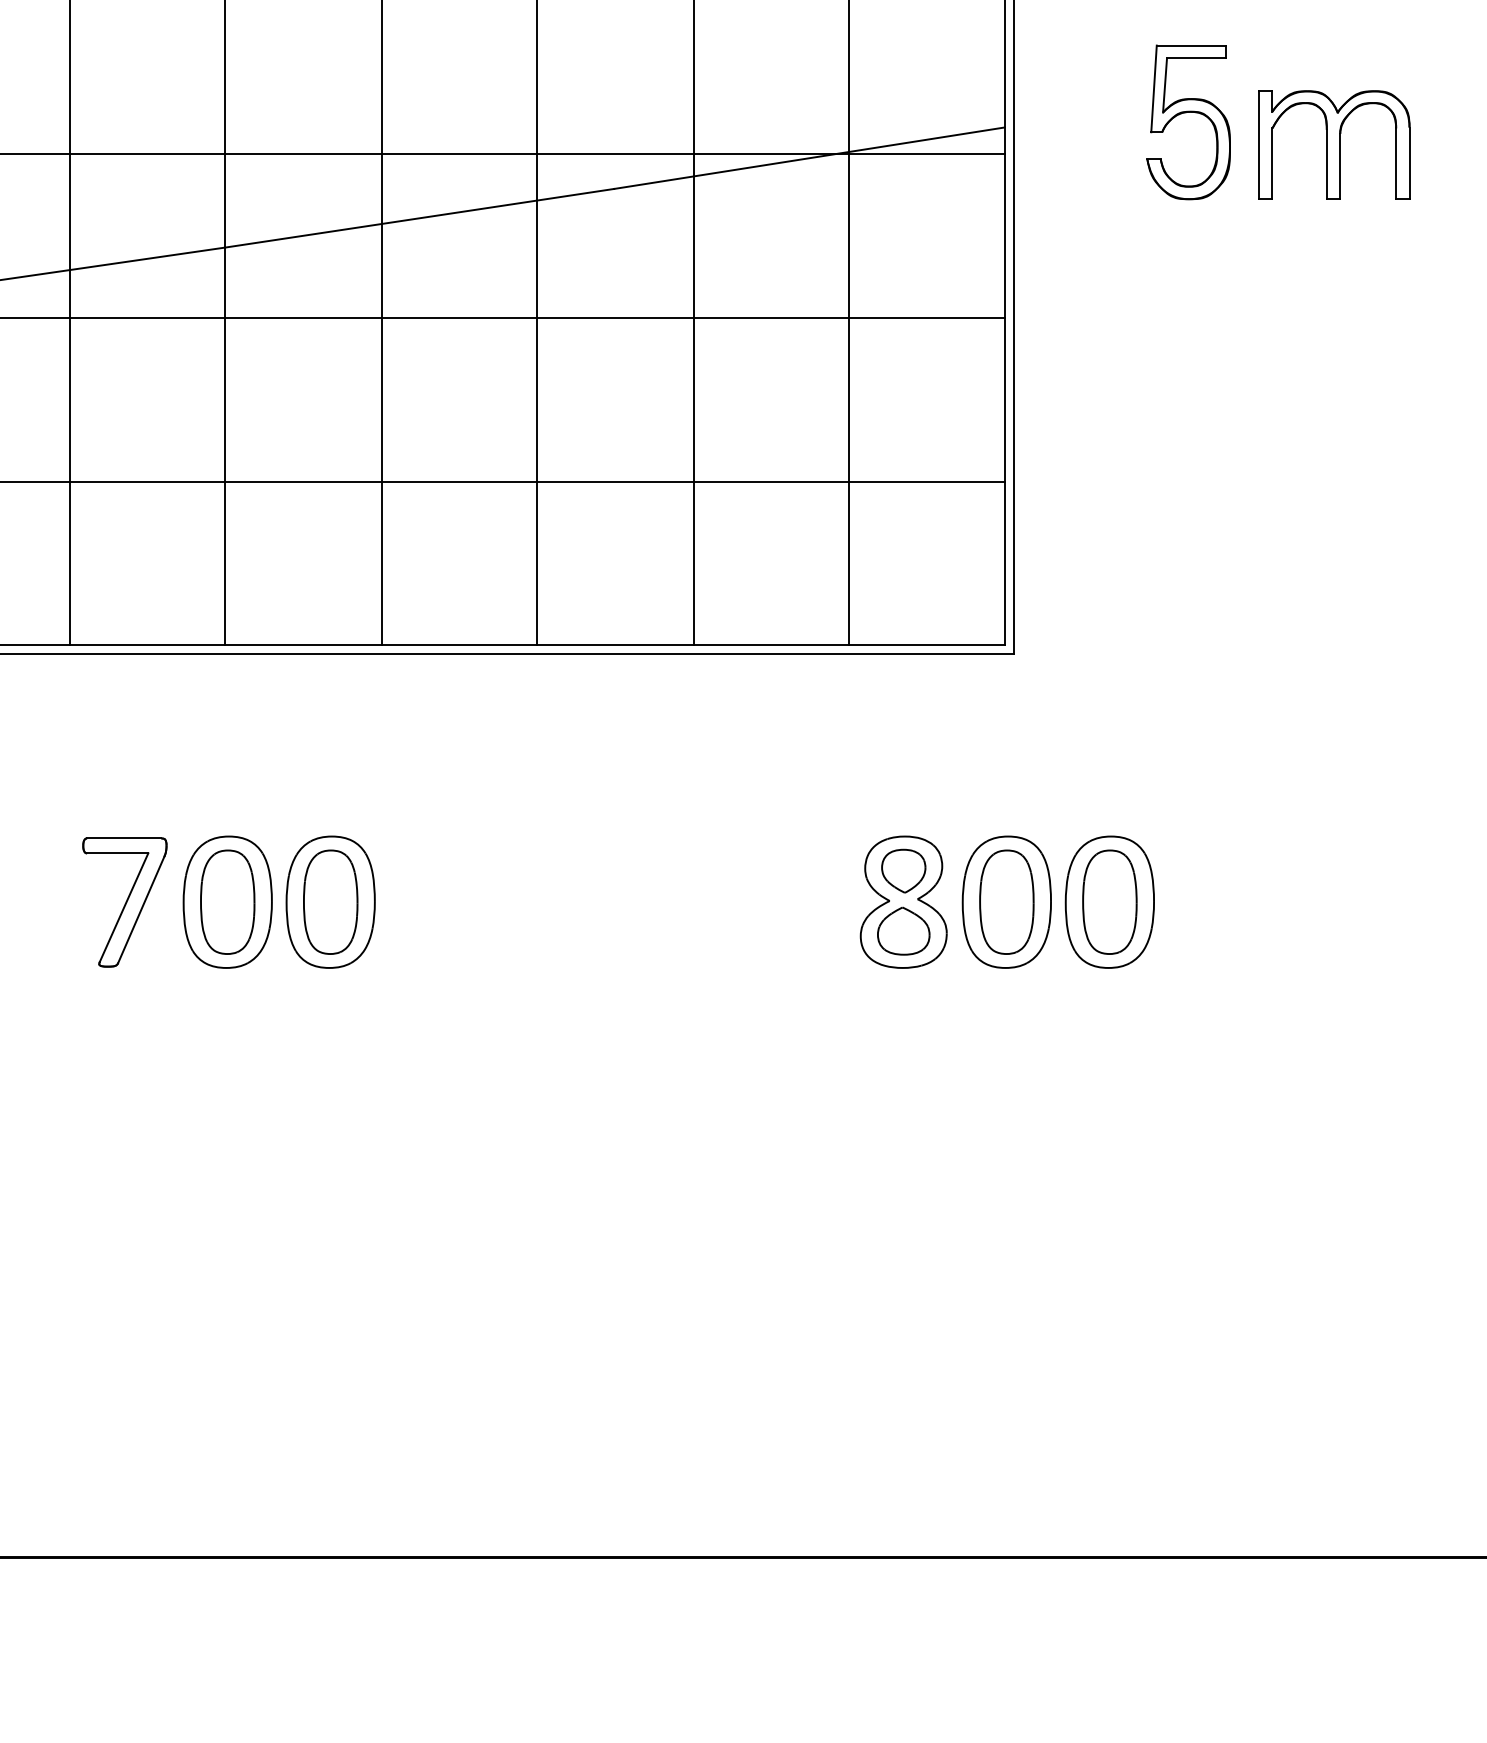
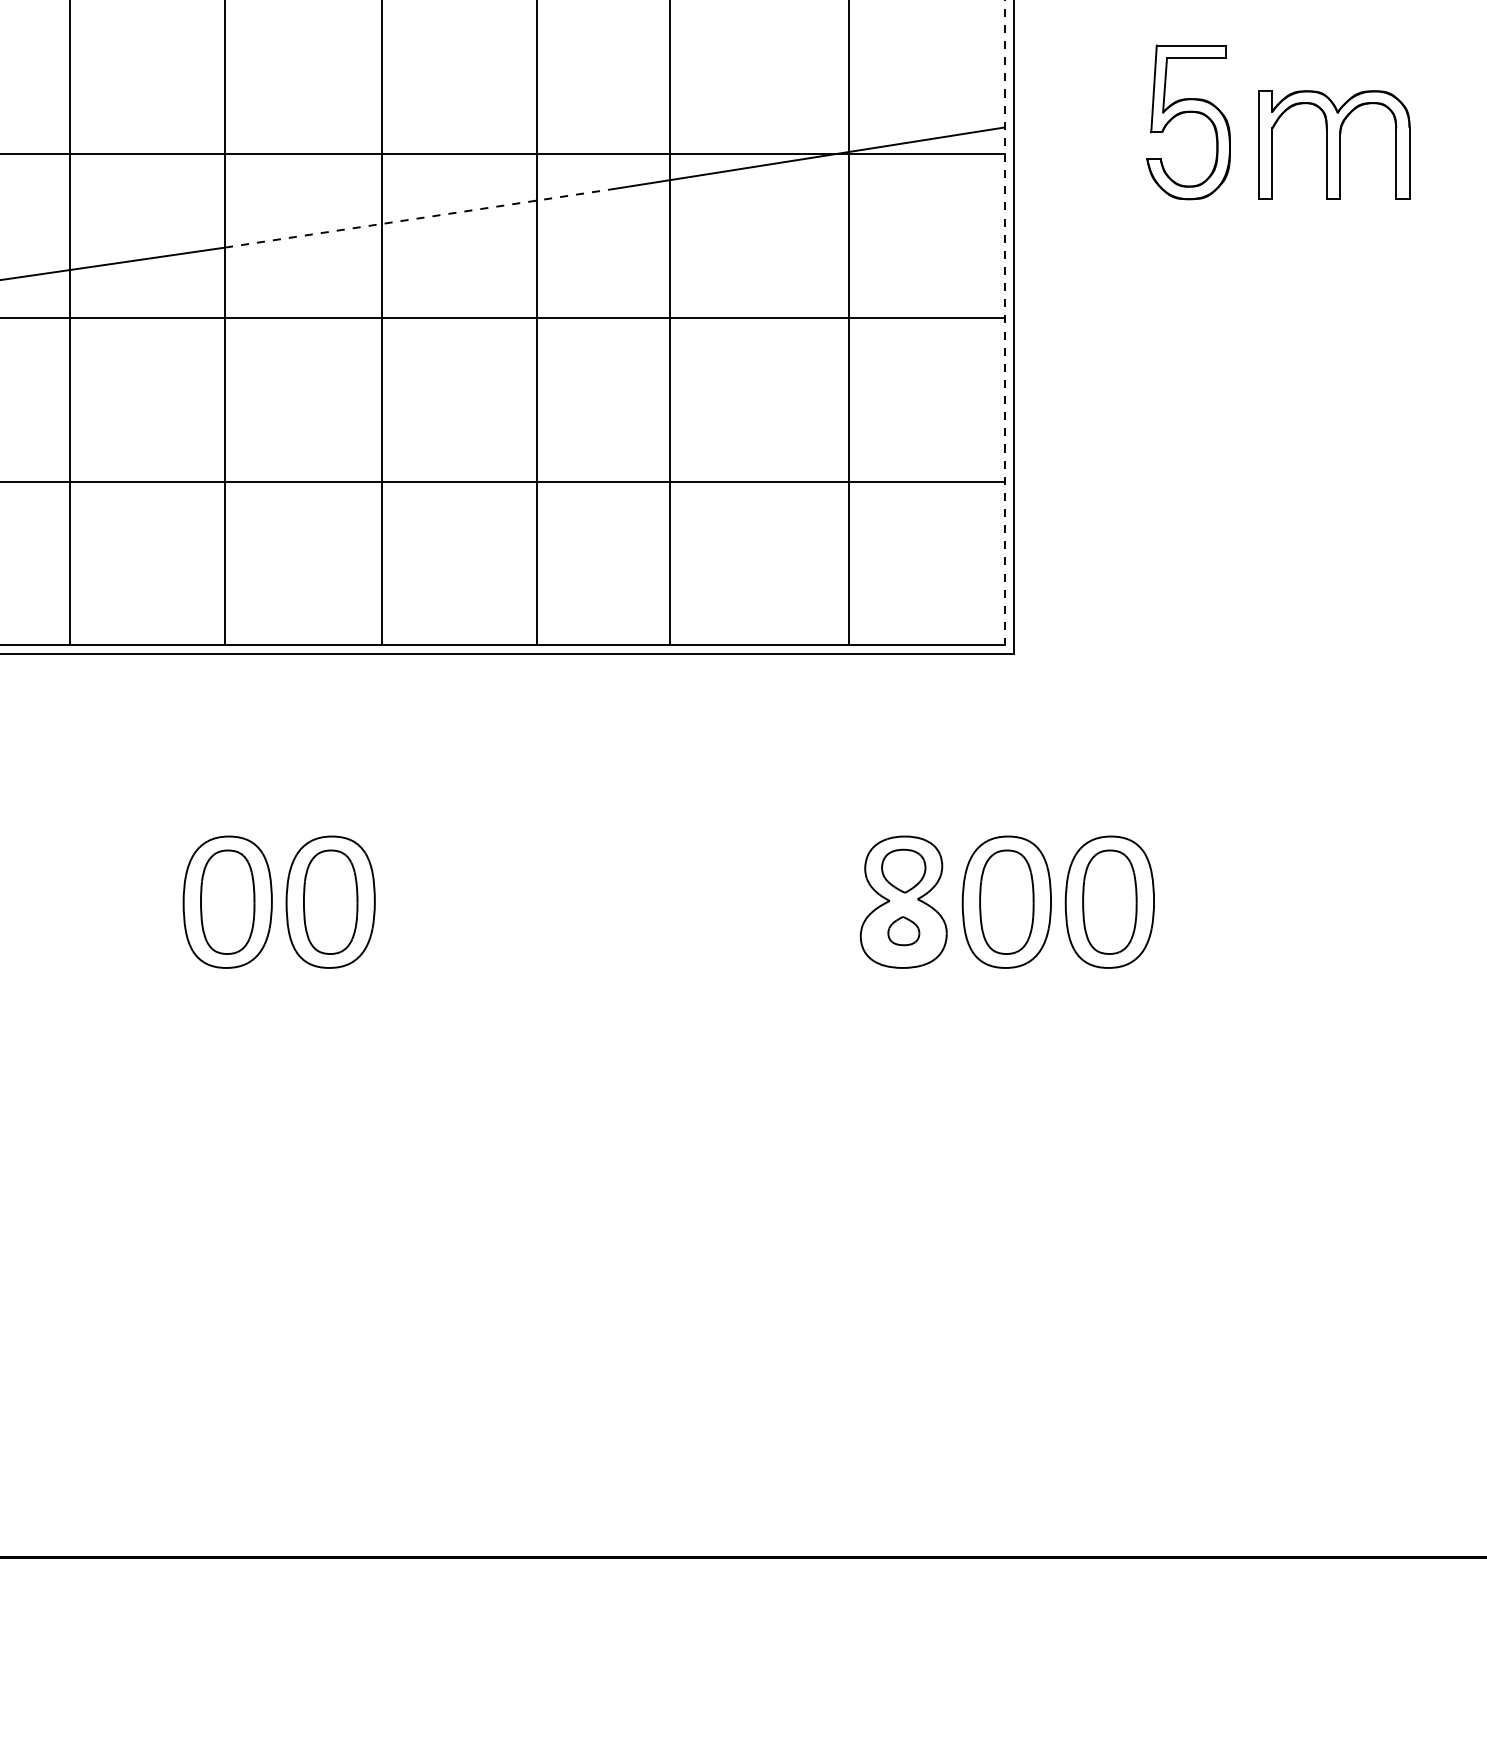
line at (419, 218): solid -> dashed
line at (1004, 322): solid -> dashed
line at (693, 323) position: (693, 323) -> (669, 323)
part at (124, 902): present -> none
part at (903, 930) size: 54x50 px -> 34x31 px
